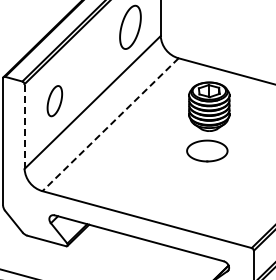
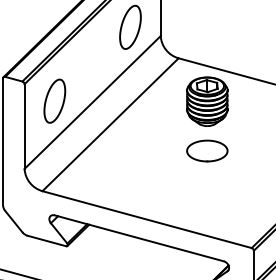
part at (54, 101) size: 18x33 px -> 24x46 px
part at (209, 106) position: (209, 106) -> (207, 101)
line at (110, 125): dashed -> solid
line at (24, 126): dashed -> solid
